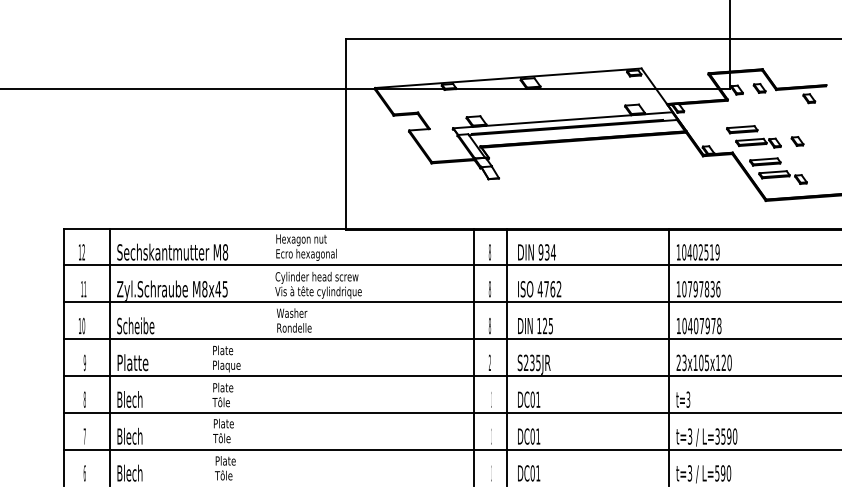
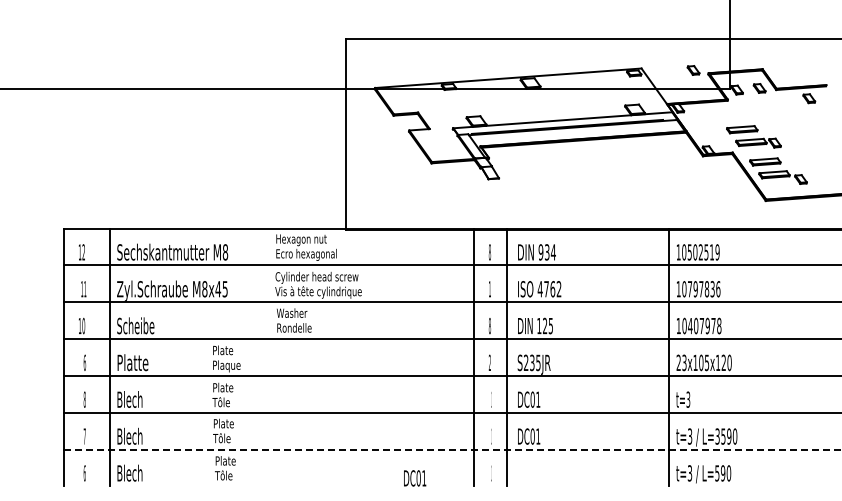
part at (797, 141) position: (797, 141) -> (693, 70)
text at (689, 252): 10402519 -> 10502519
text at (489, 288): 8 -> 1
text at (84, 362): 9 -> 6
line at (452, 449): solid -> dashed
text at (529, 473) position: (529, 473) -> (415, 478)
